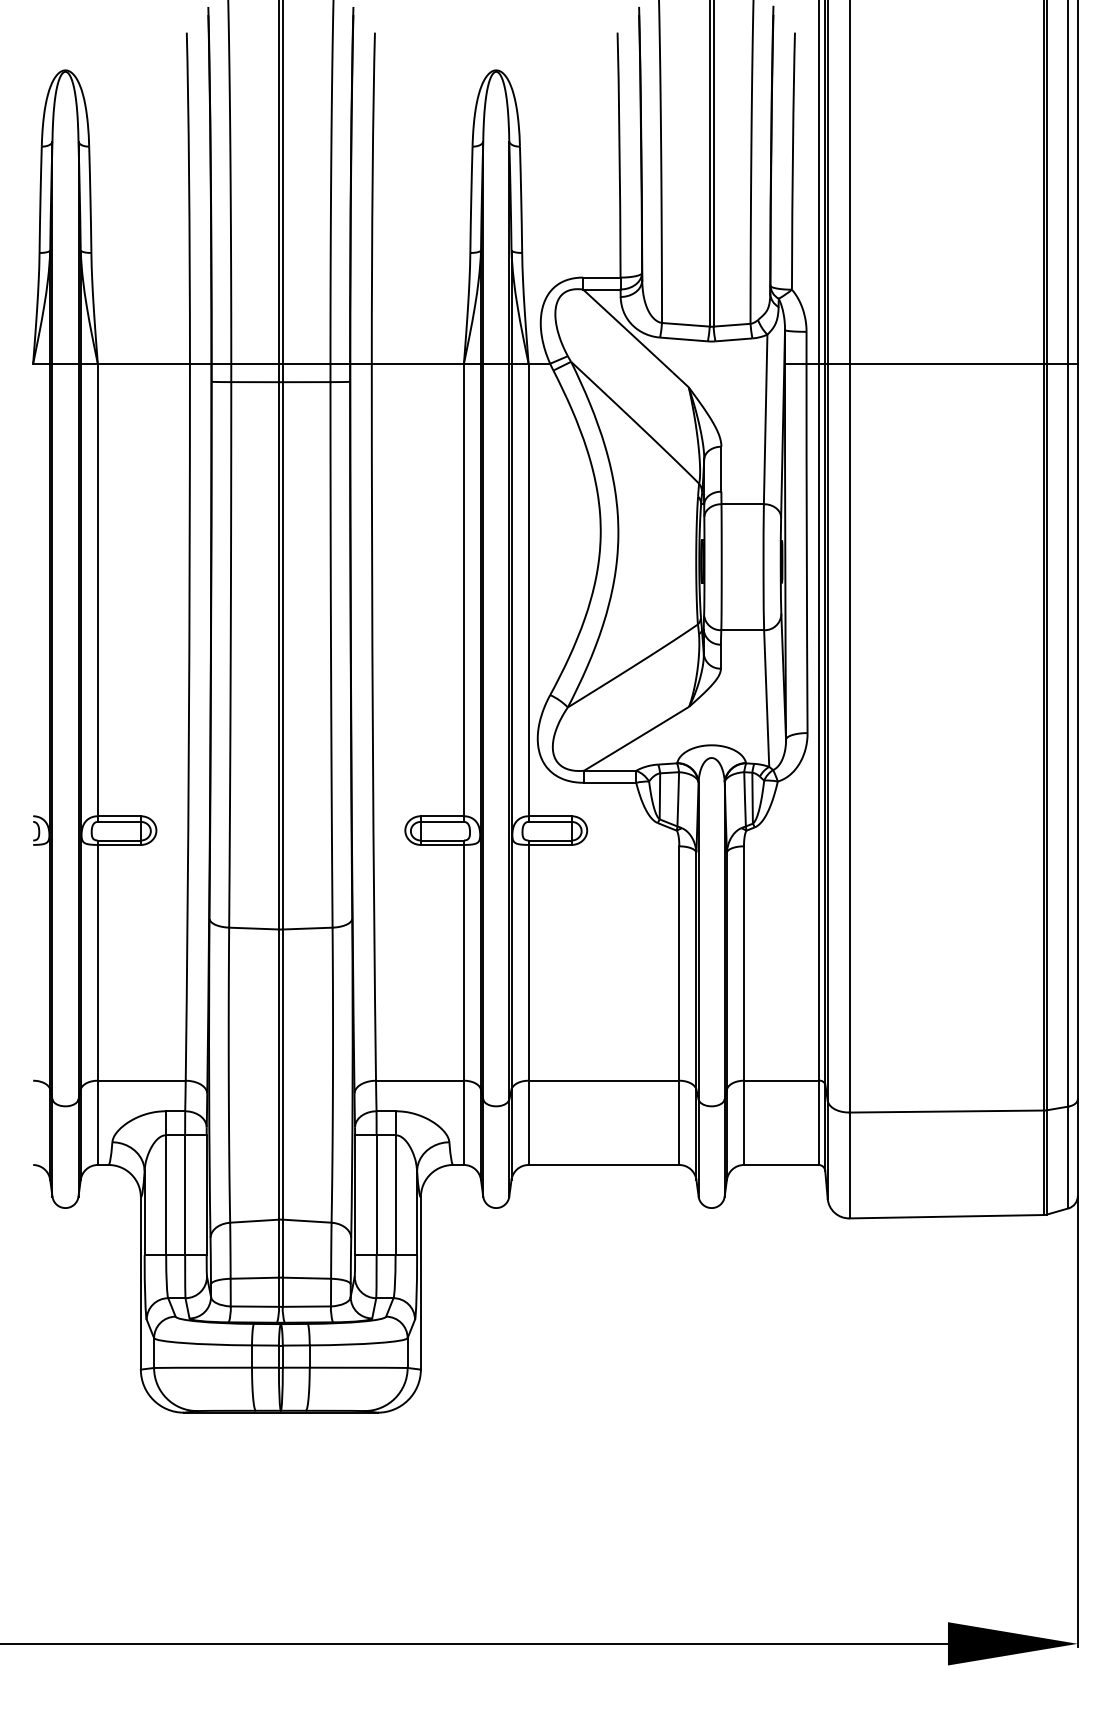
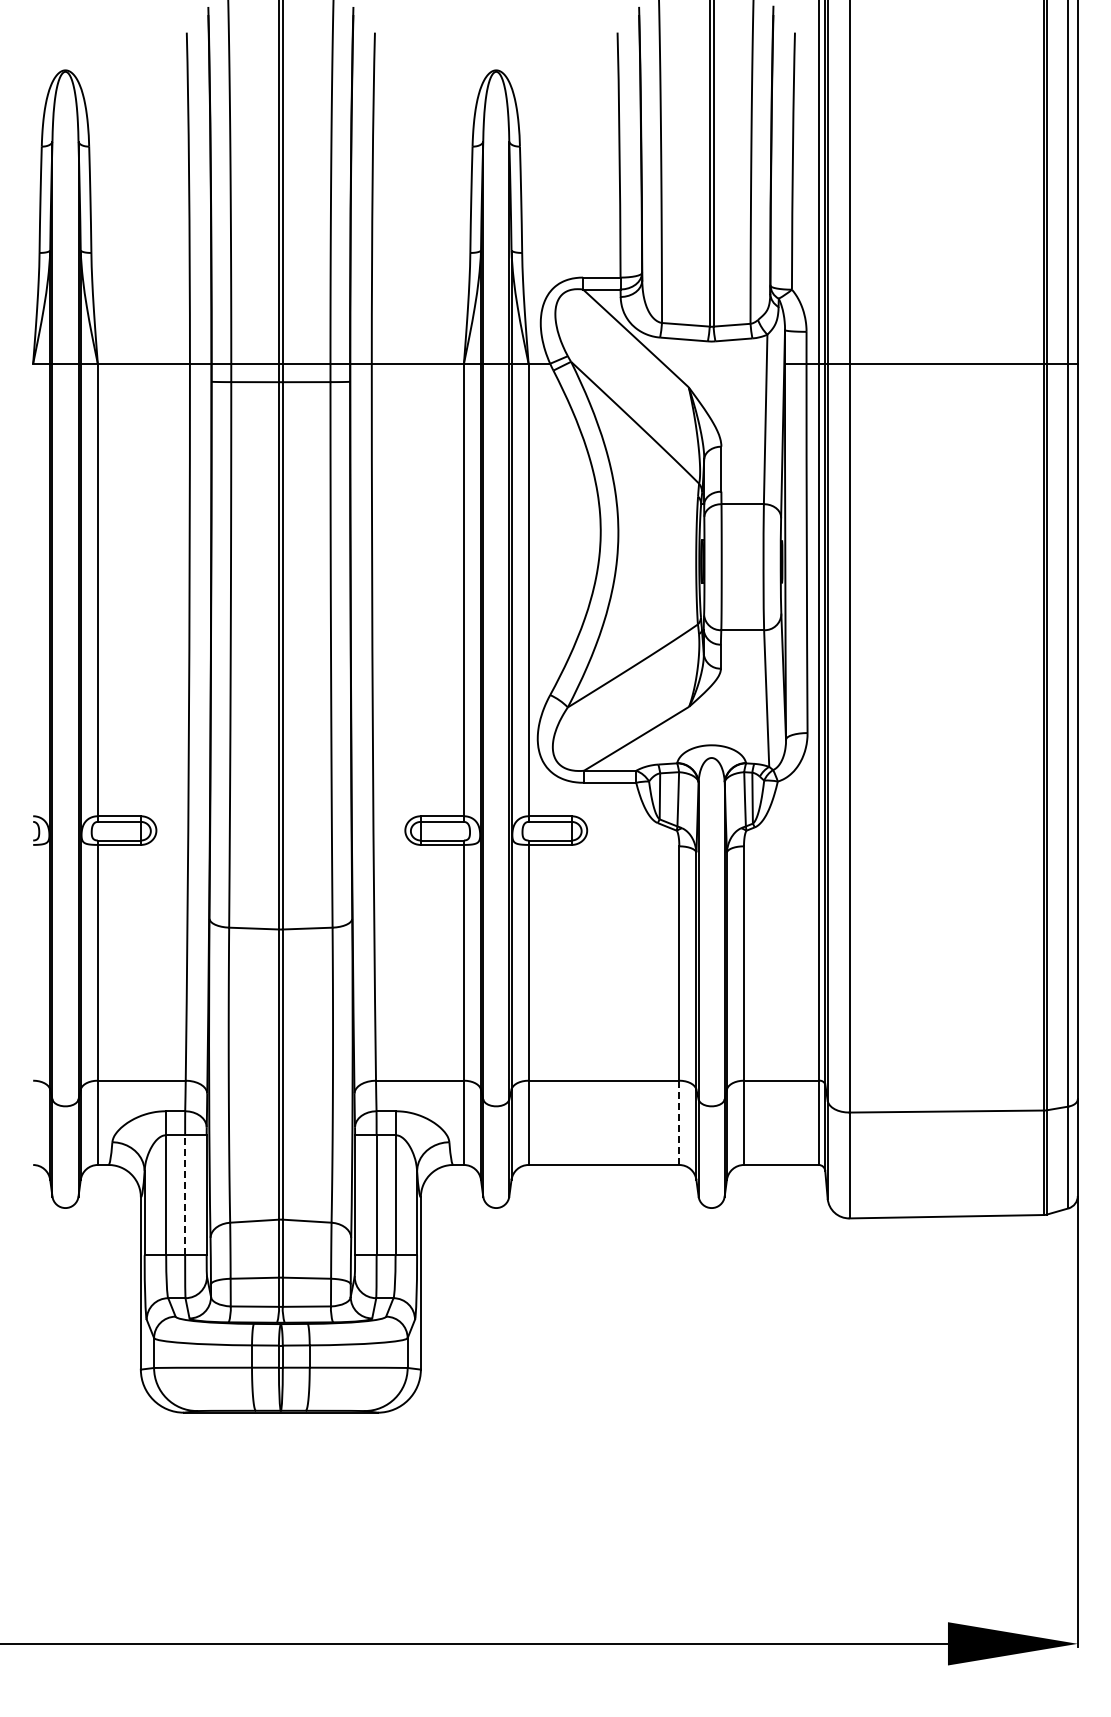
line at (679, 1123): solid -> dashed
line at (185, 1194): solid -> dashed
